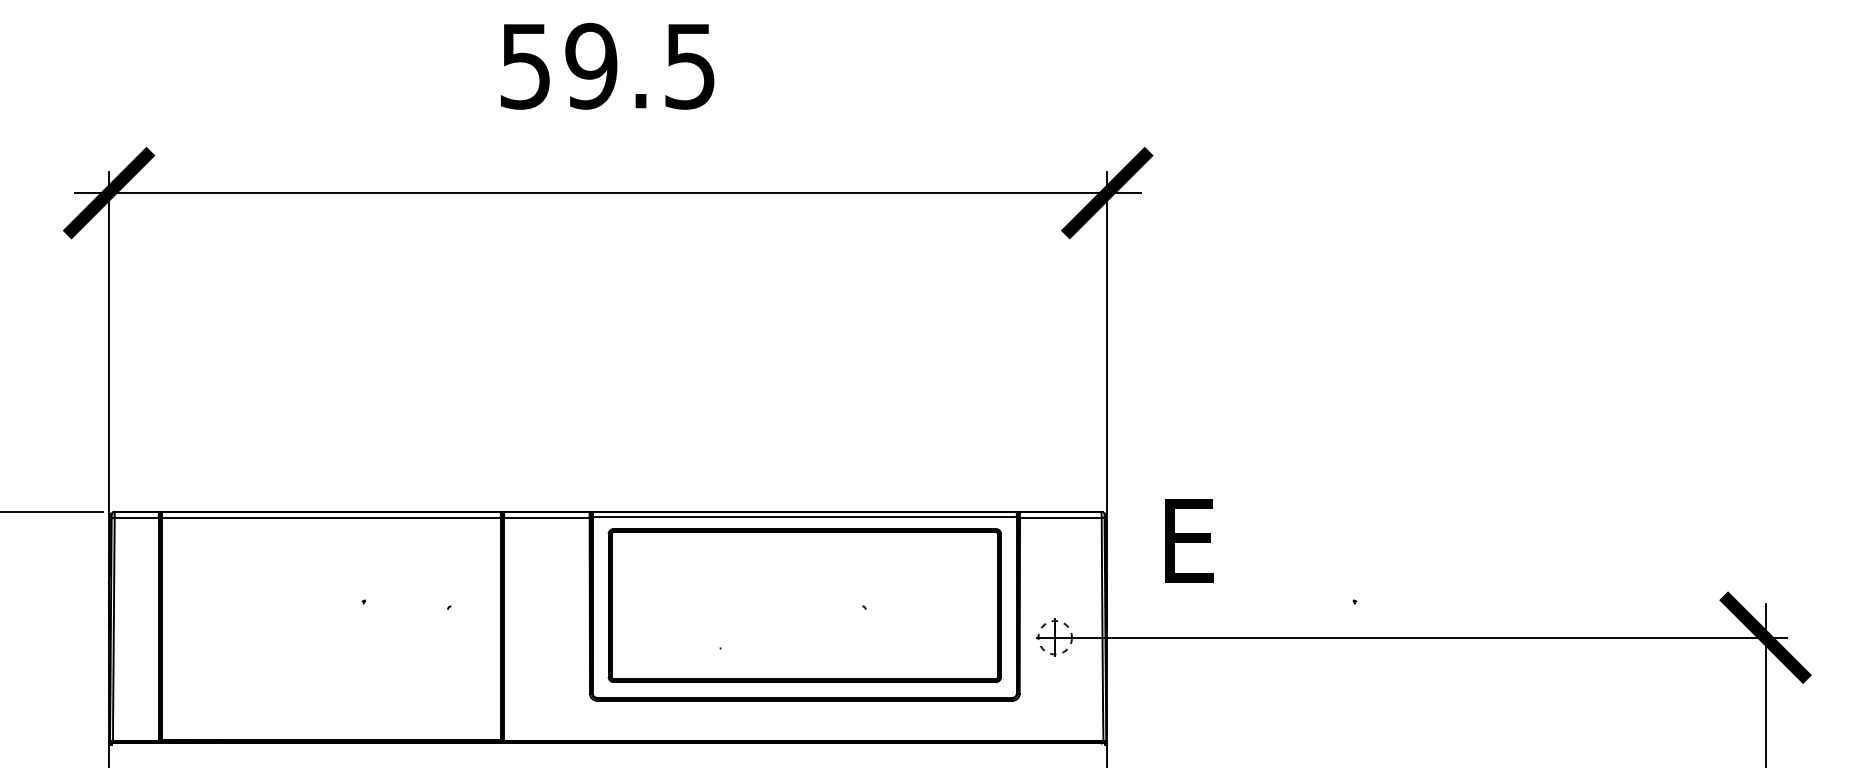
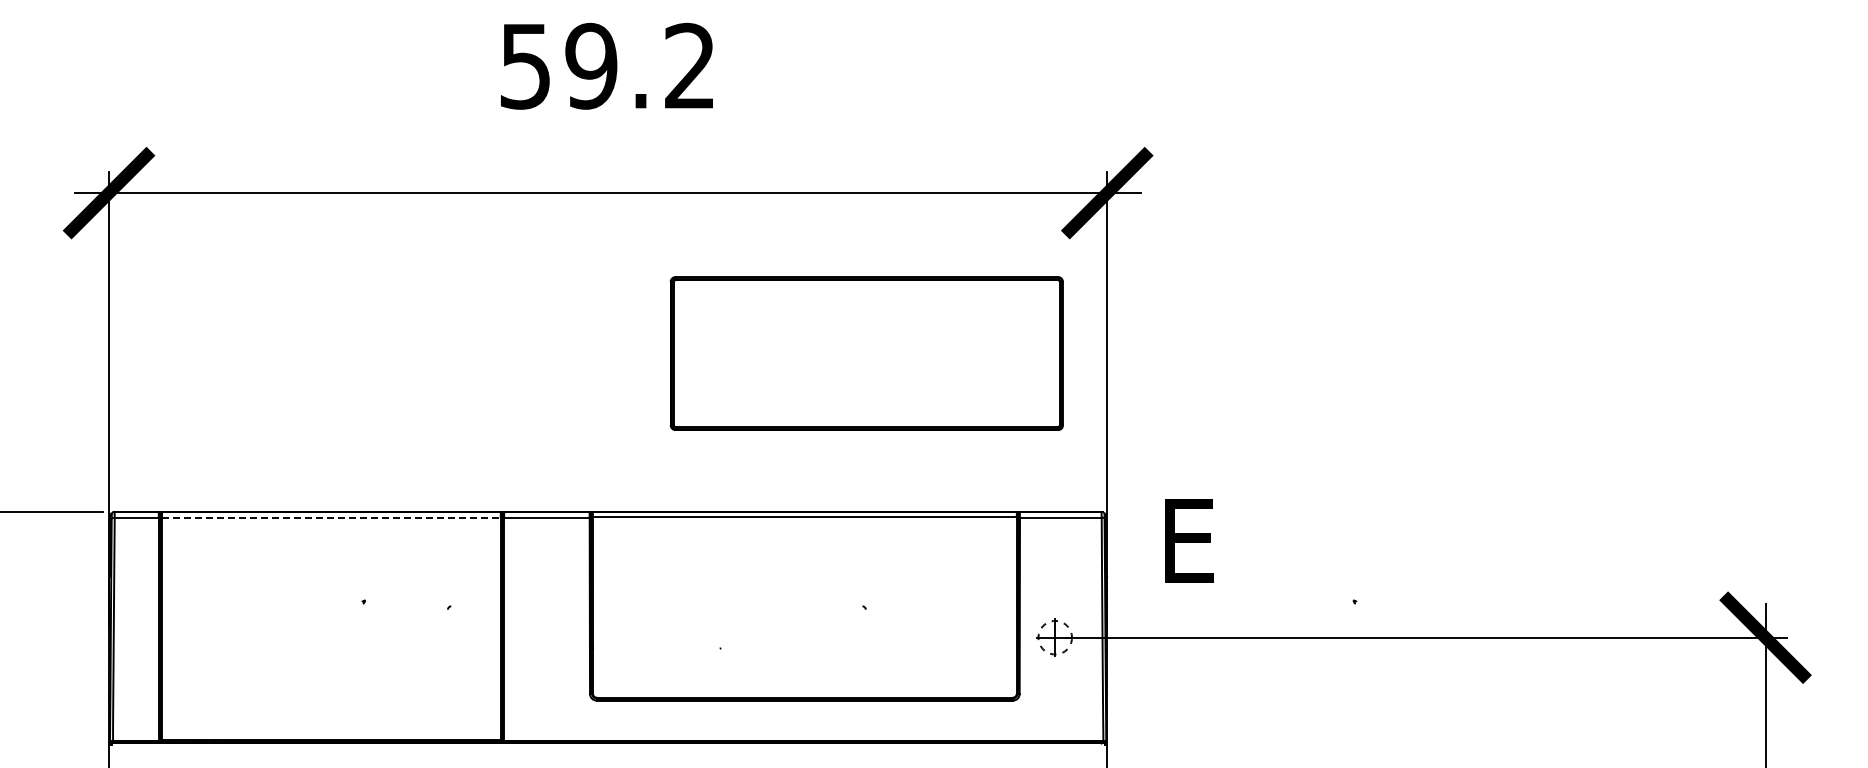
text at (689, 65): 59.5 -> 59.2
line at (331, 517): solid -> dashed
part at (804, 605) position: (804, 605) -> (866, 353)
